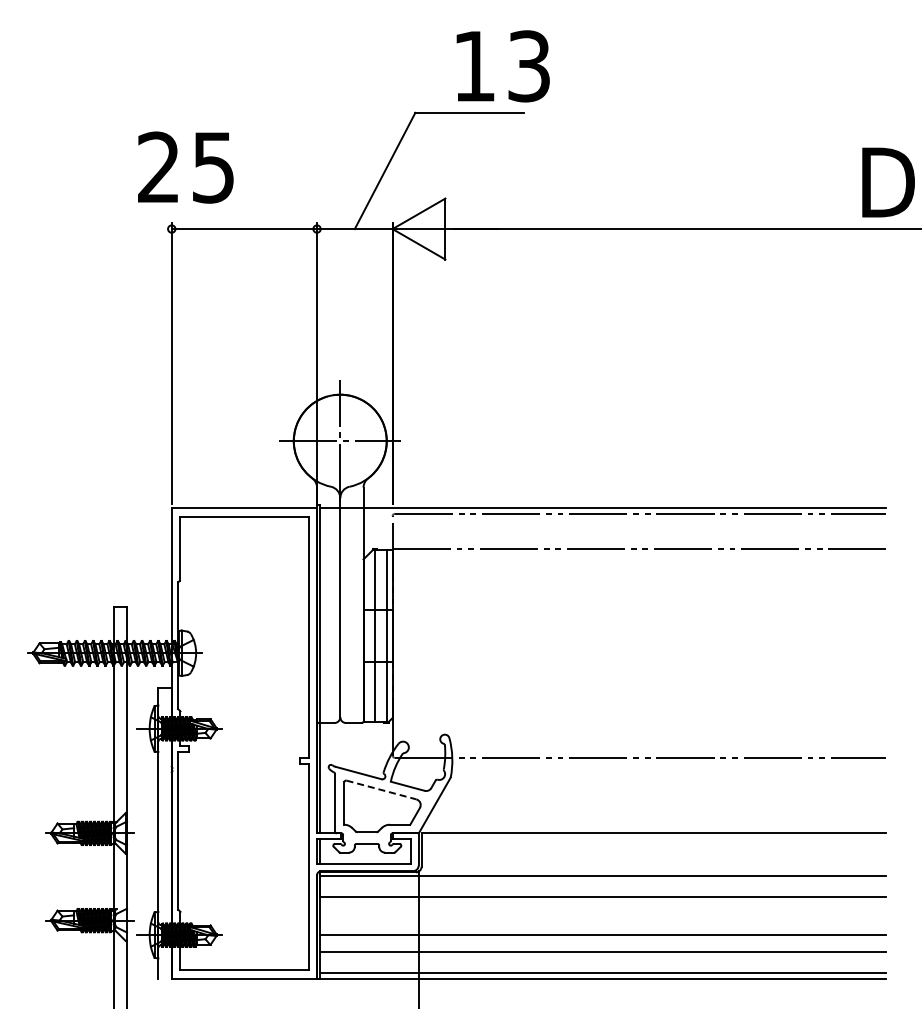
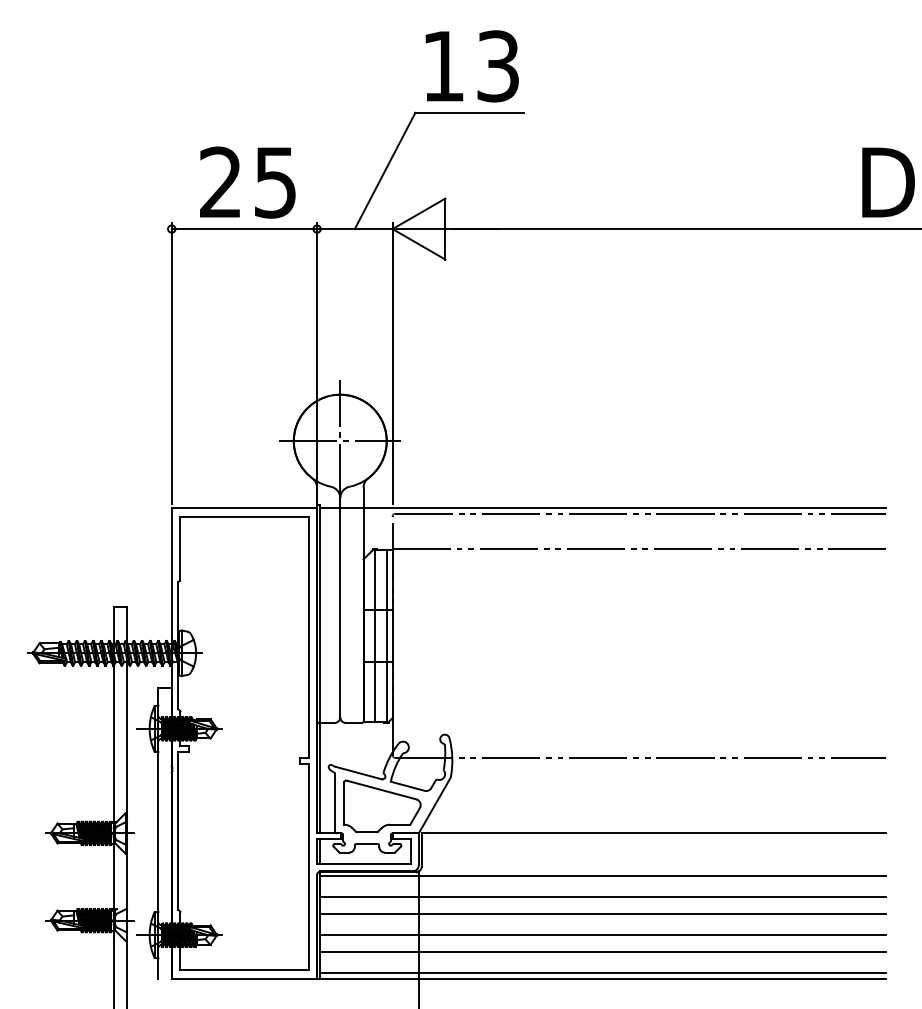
text at (502, 66) position: (502, 66) -> (471, 66)
text at (185, 167) position: (185, 167) -> (247, 182)
line at (381, 790): dashed -> solid
line at (602, 914): none -> present
